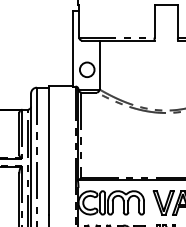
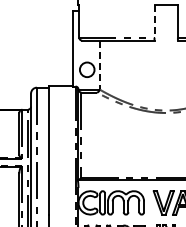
line at (154, 22): solid -> dashed
line at (99, 65): solid -> dashed
